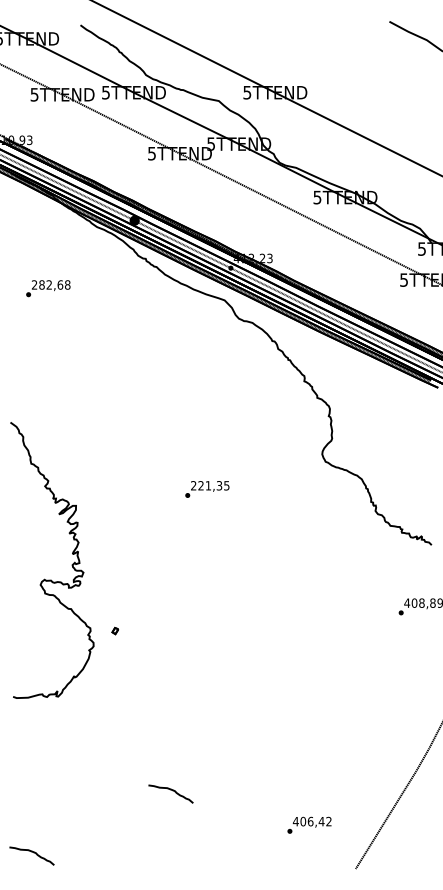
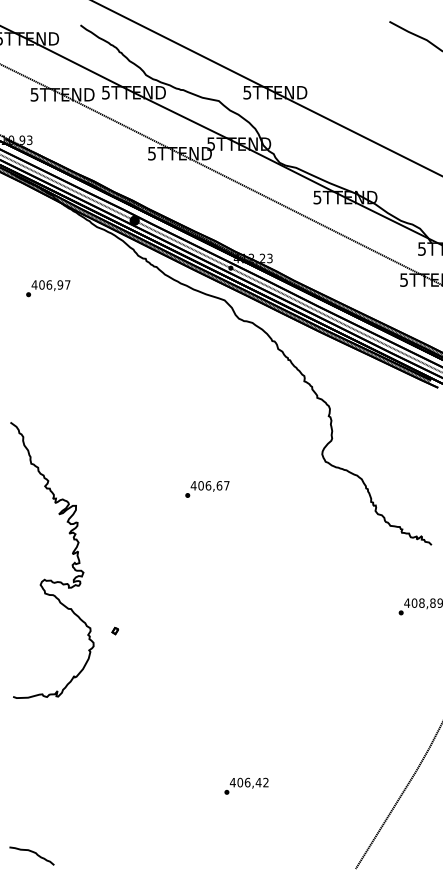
text at (50, 284): 282,68 -> 406,97
text at (209, 485): 221,35 -> 406,67
part at (170, 793): present -> none
text at (309, 824) position: (309, 824) -> (246, 785)
